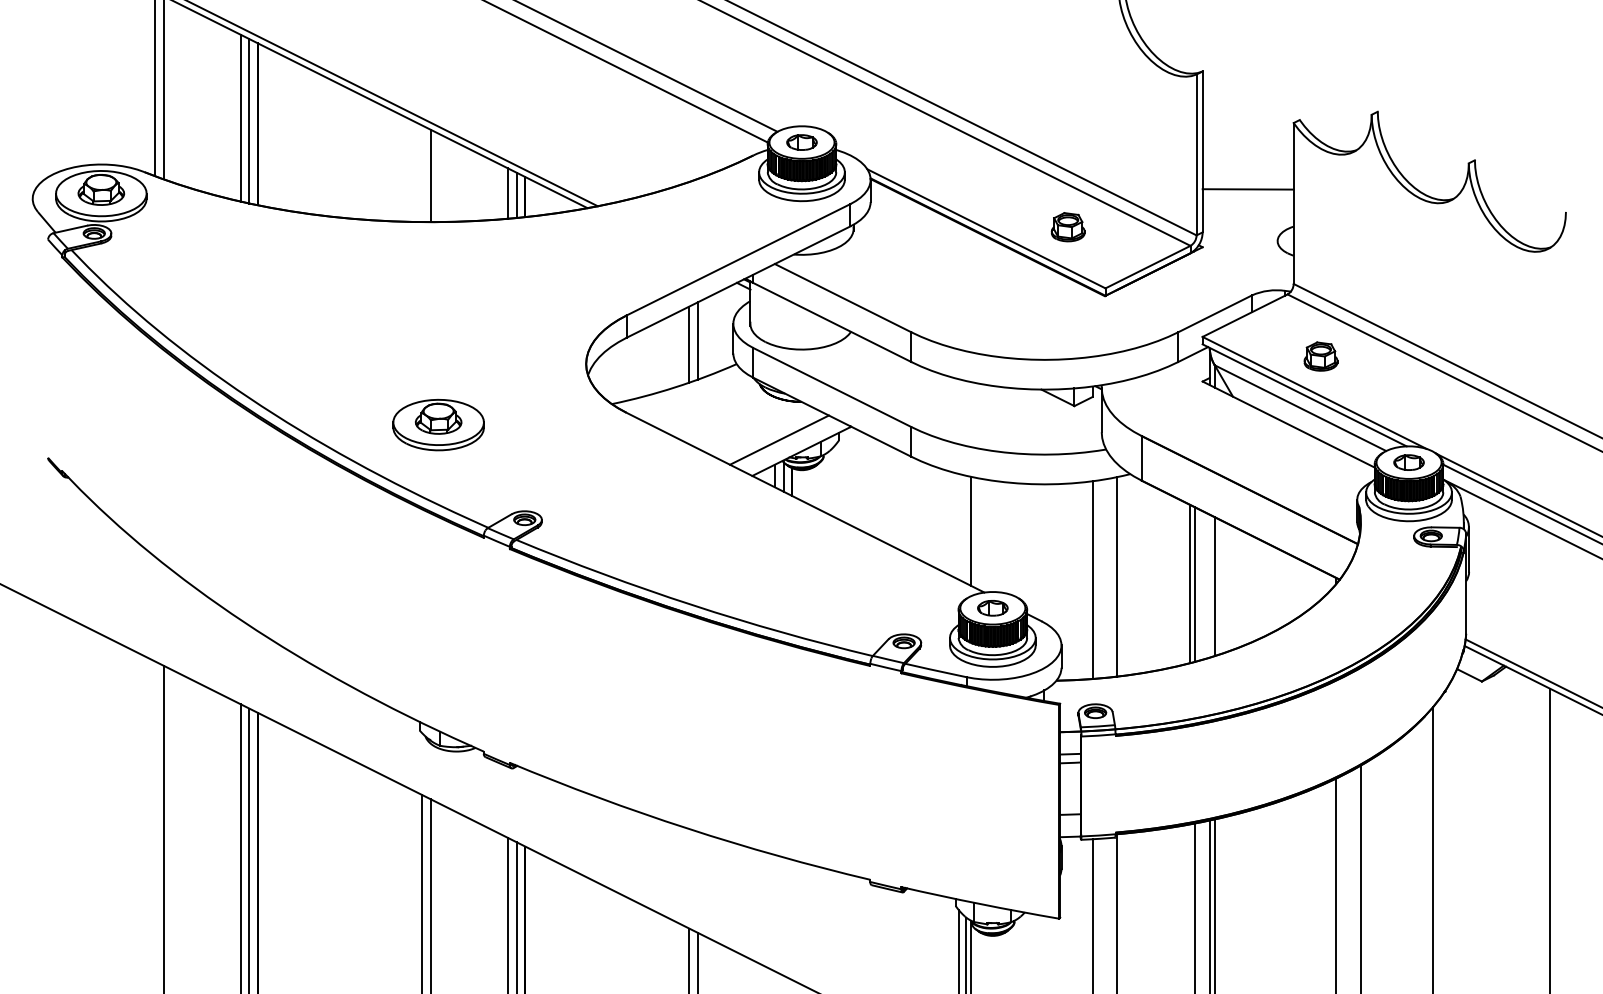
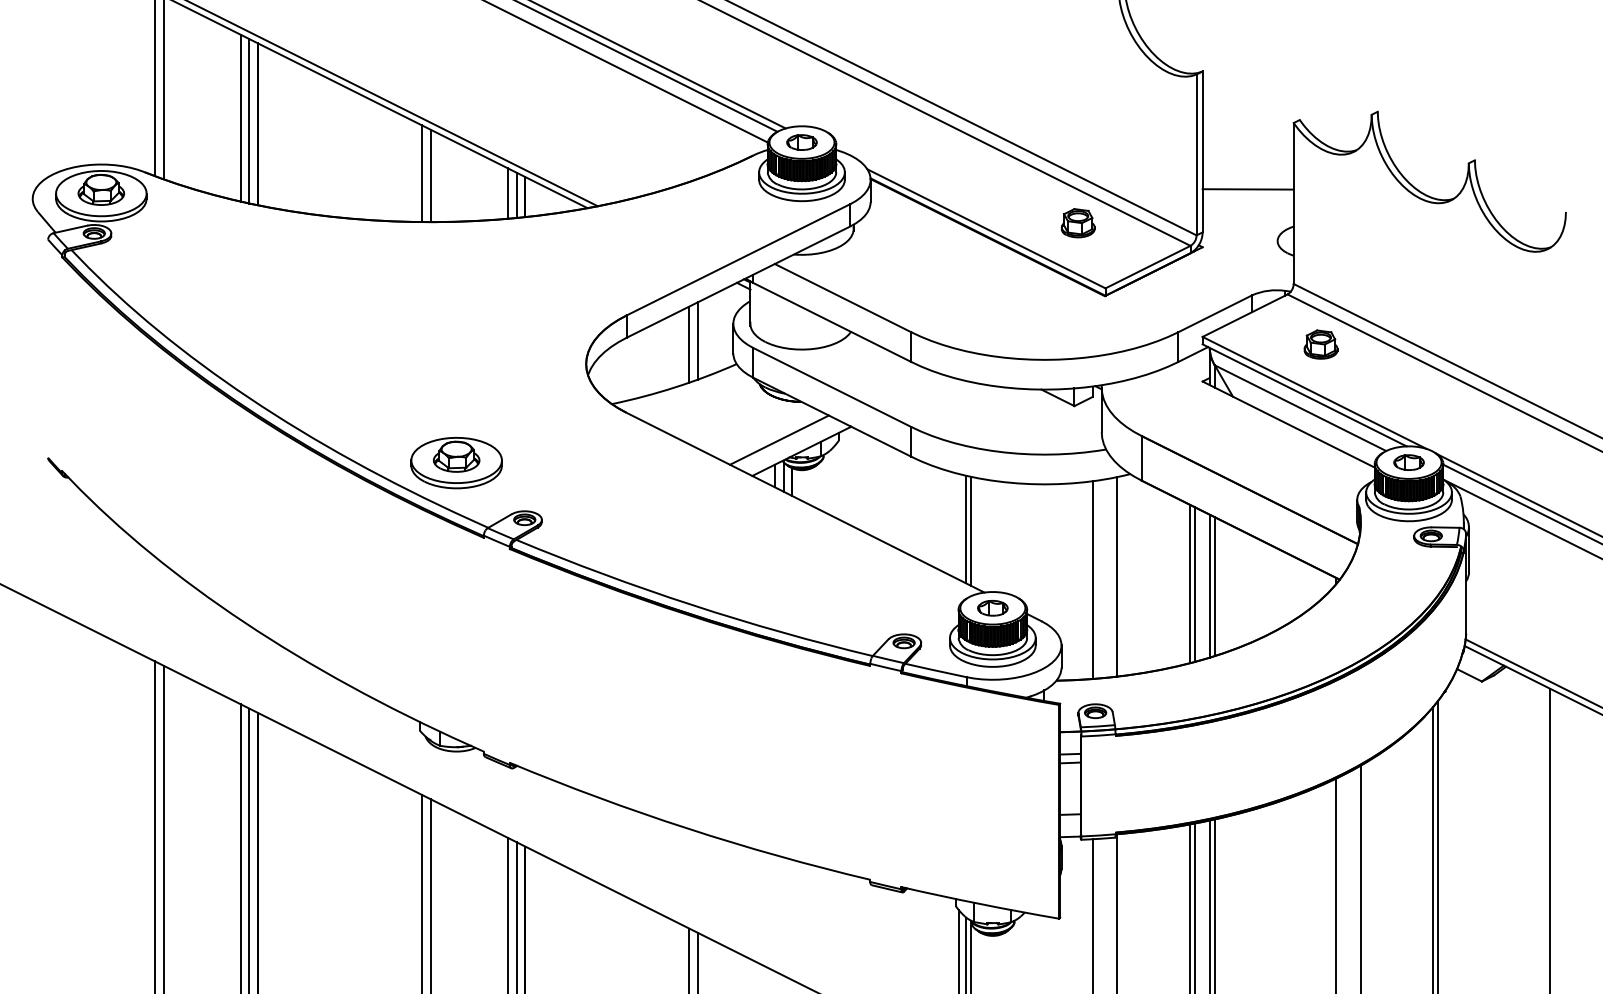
line at (659, 65): none -> present
line at (422, 173): none -> present
part at (1067, 227) position: (1067, 227) -> (1077, 223)
part at (1320, 356) position: (1320, 356) -> (1320, 344)
part at (438, 424) position: (438, 424) -> (456, 462)
line at (966, 529): none -> present
line at (1209, 585): none -> present
line at (155, 825): none -> present
line at (1438, 845): none -> present
line at (1189, 907): none -> present
